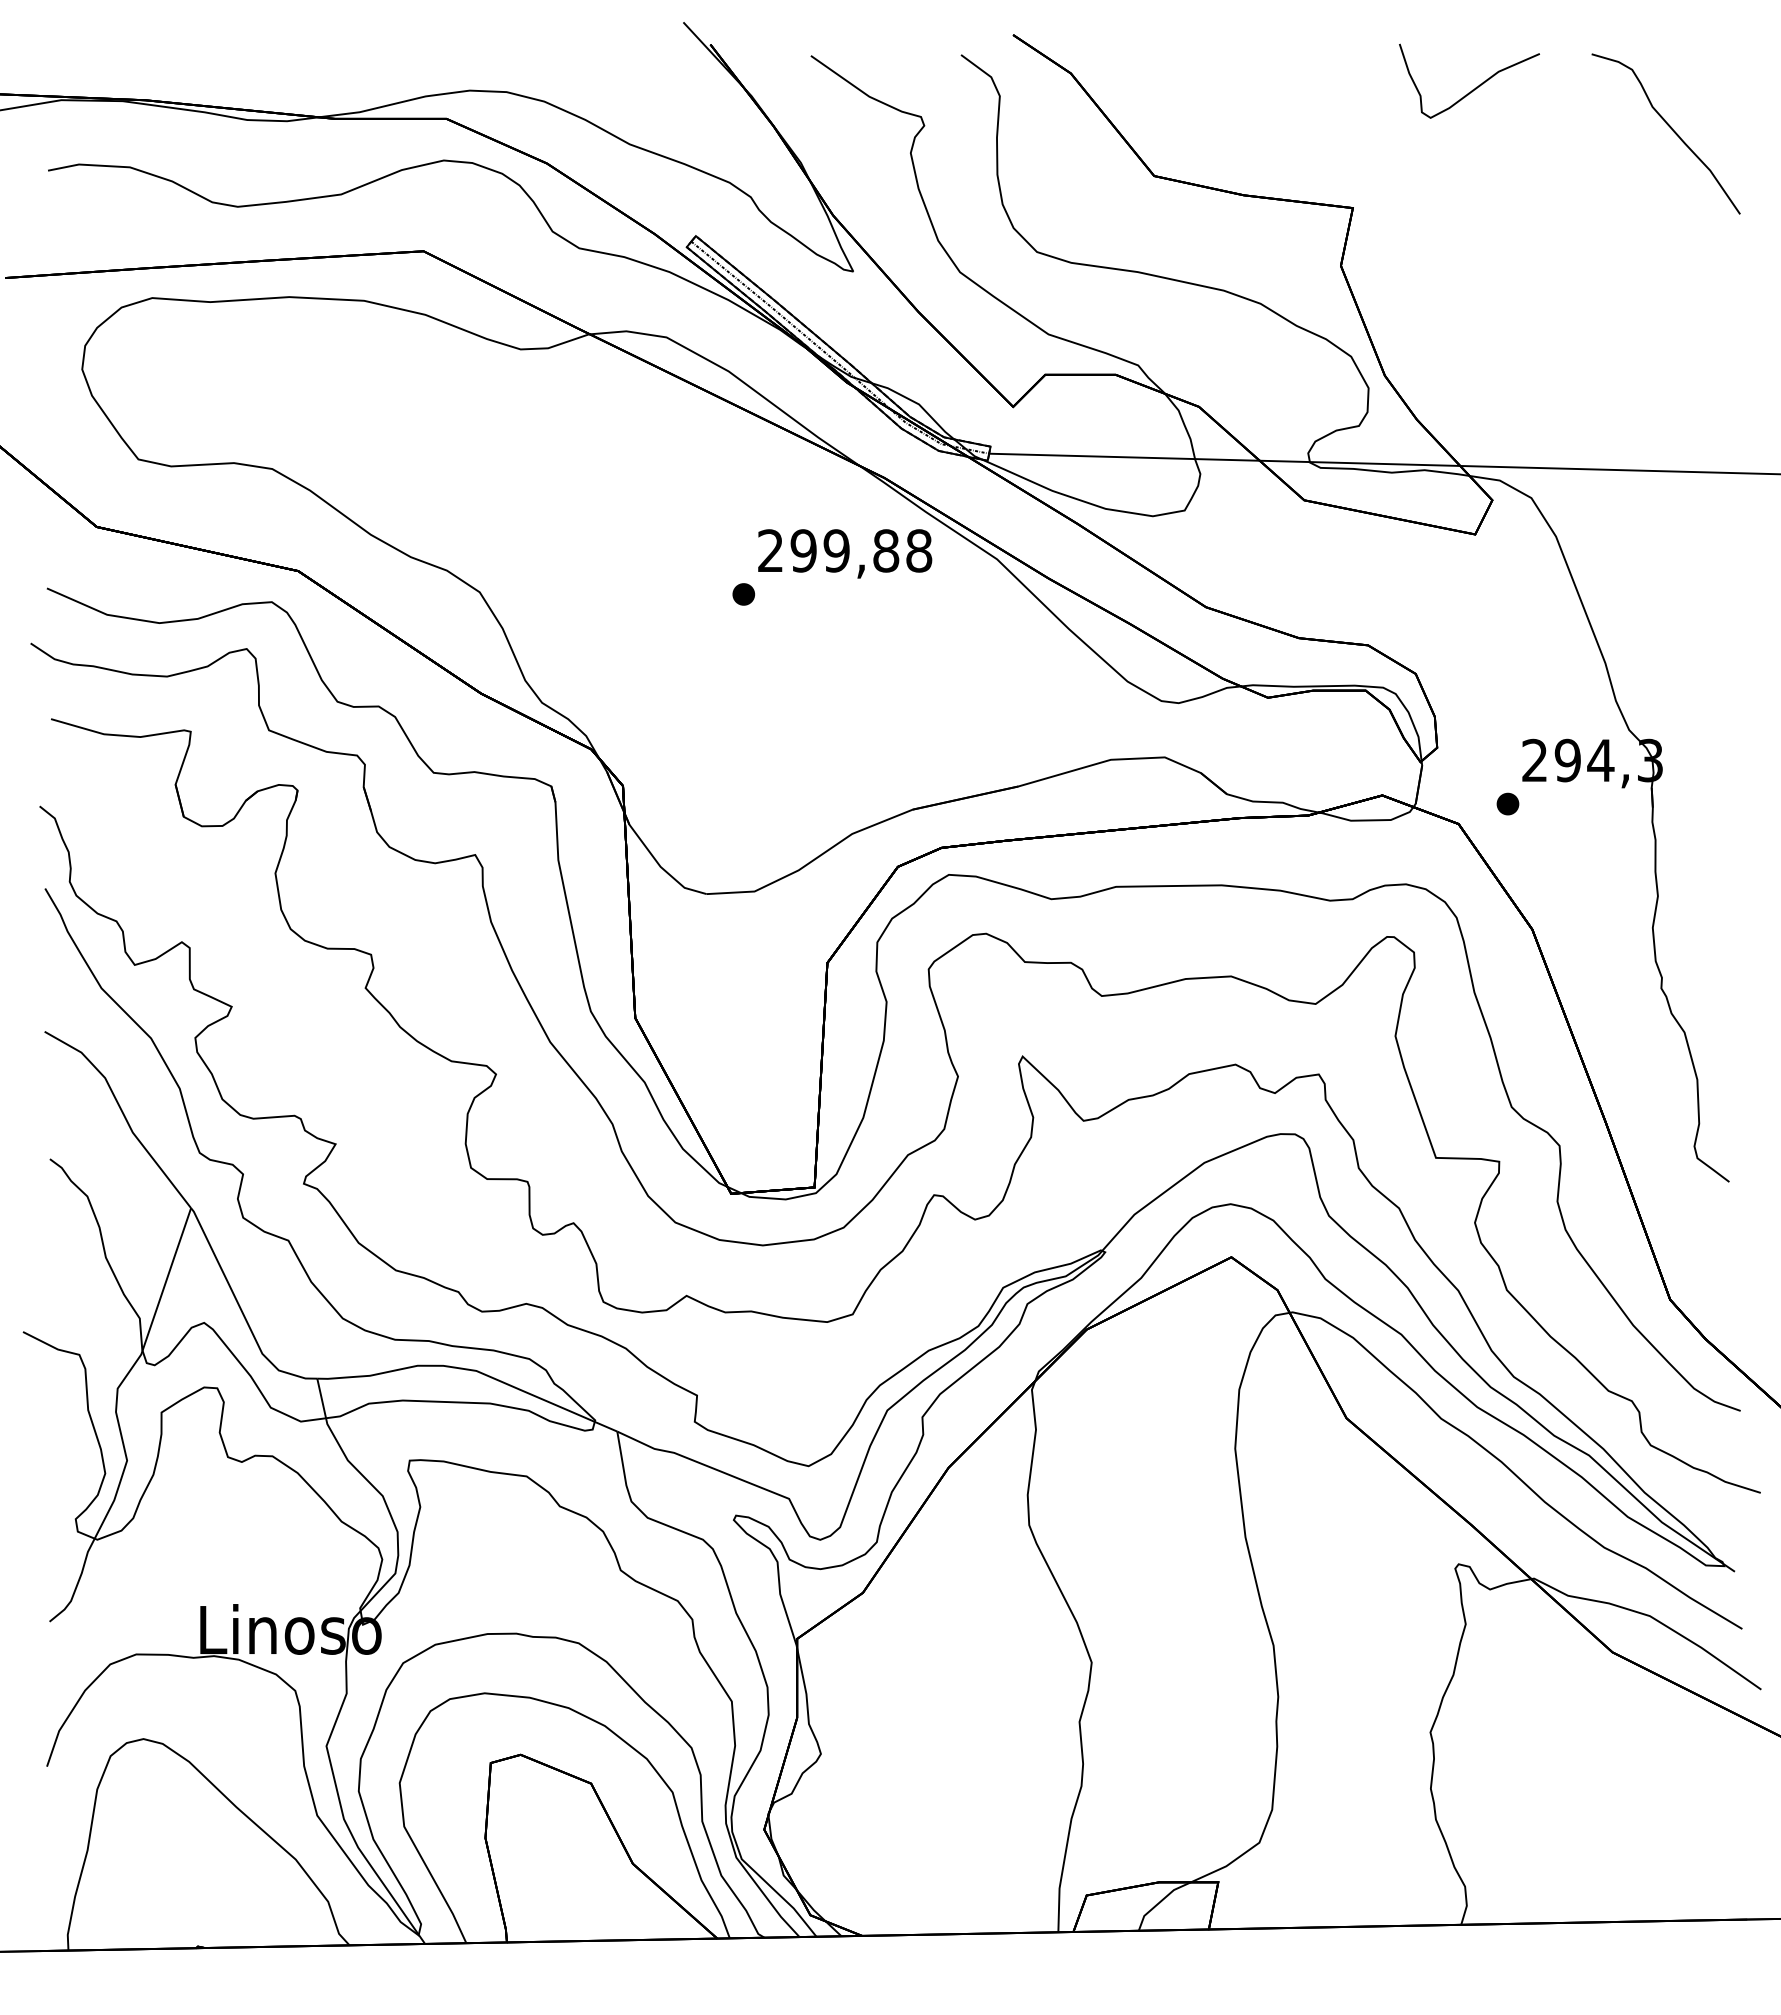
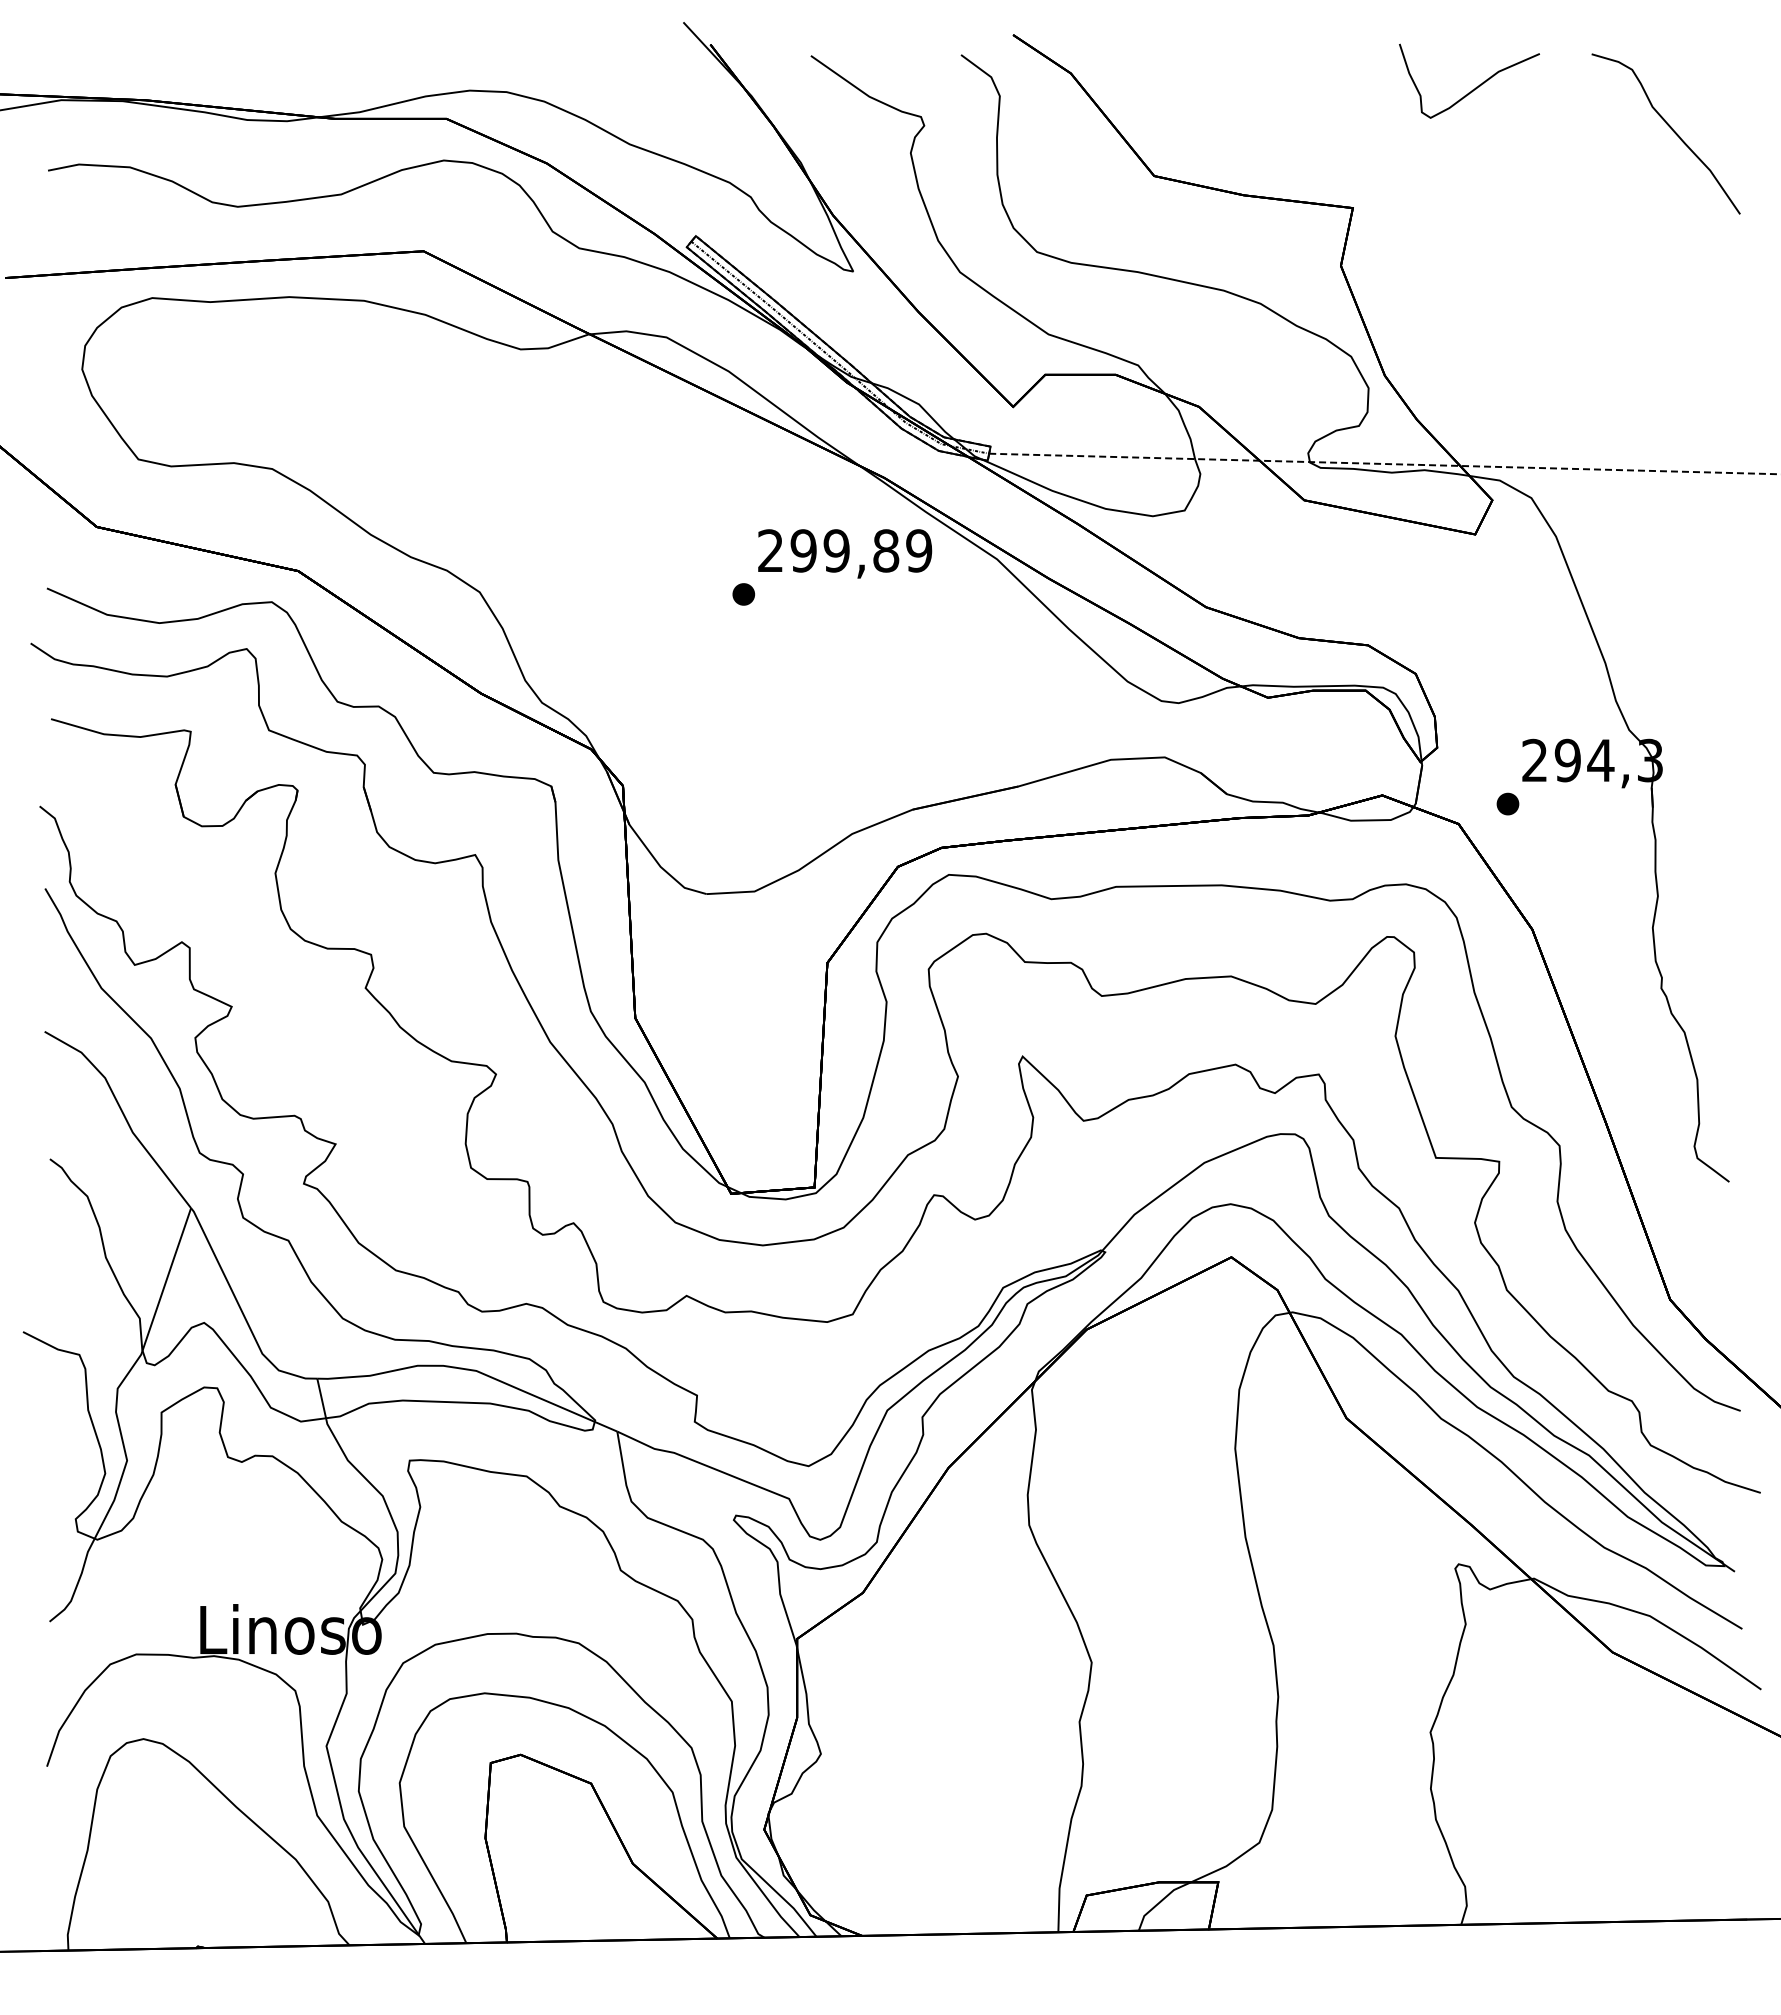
line at (1384, 464): solid -> dashed
text at (919, 550): 299,88 -> 299,89
